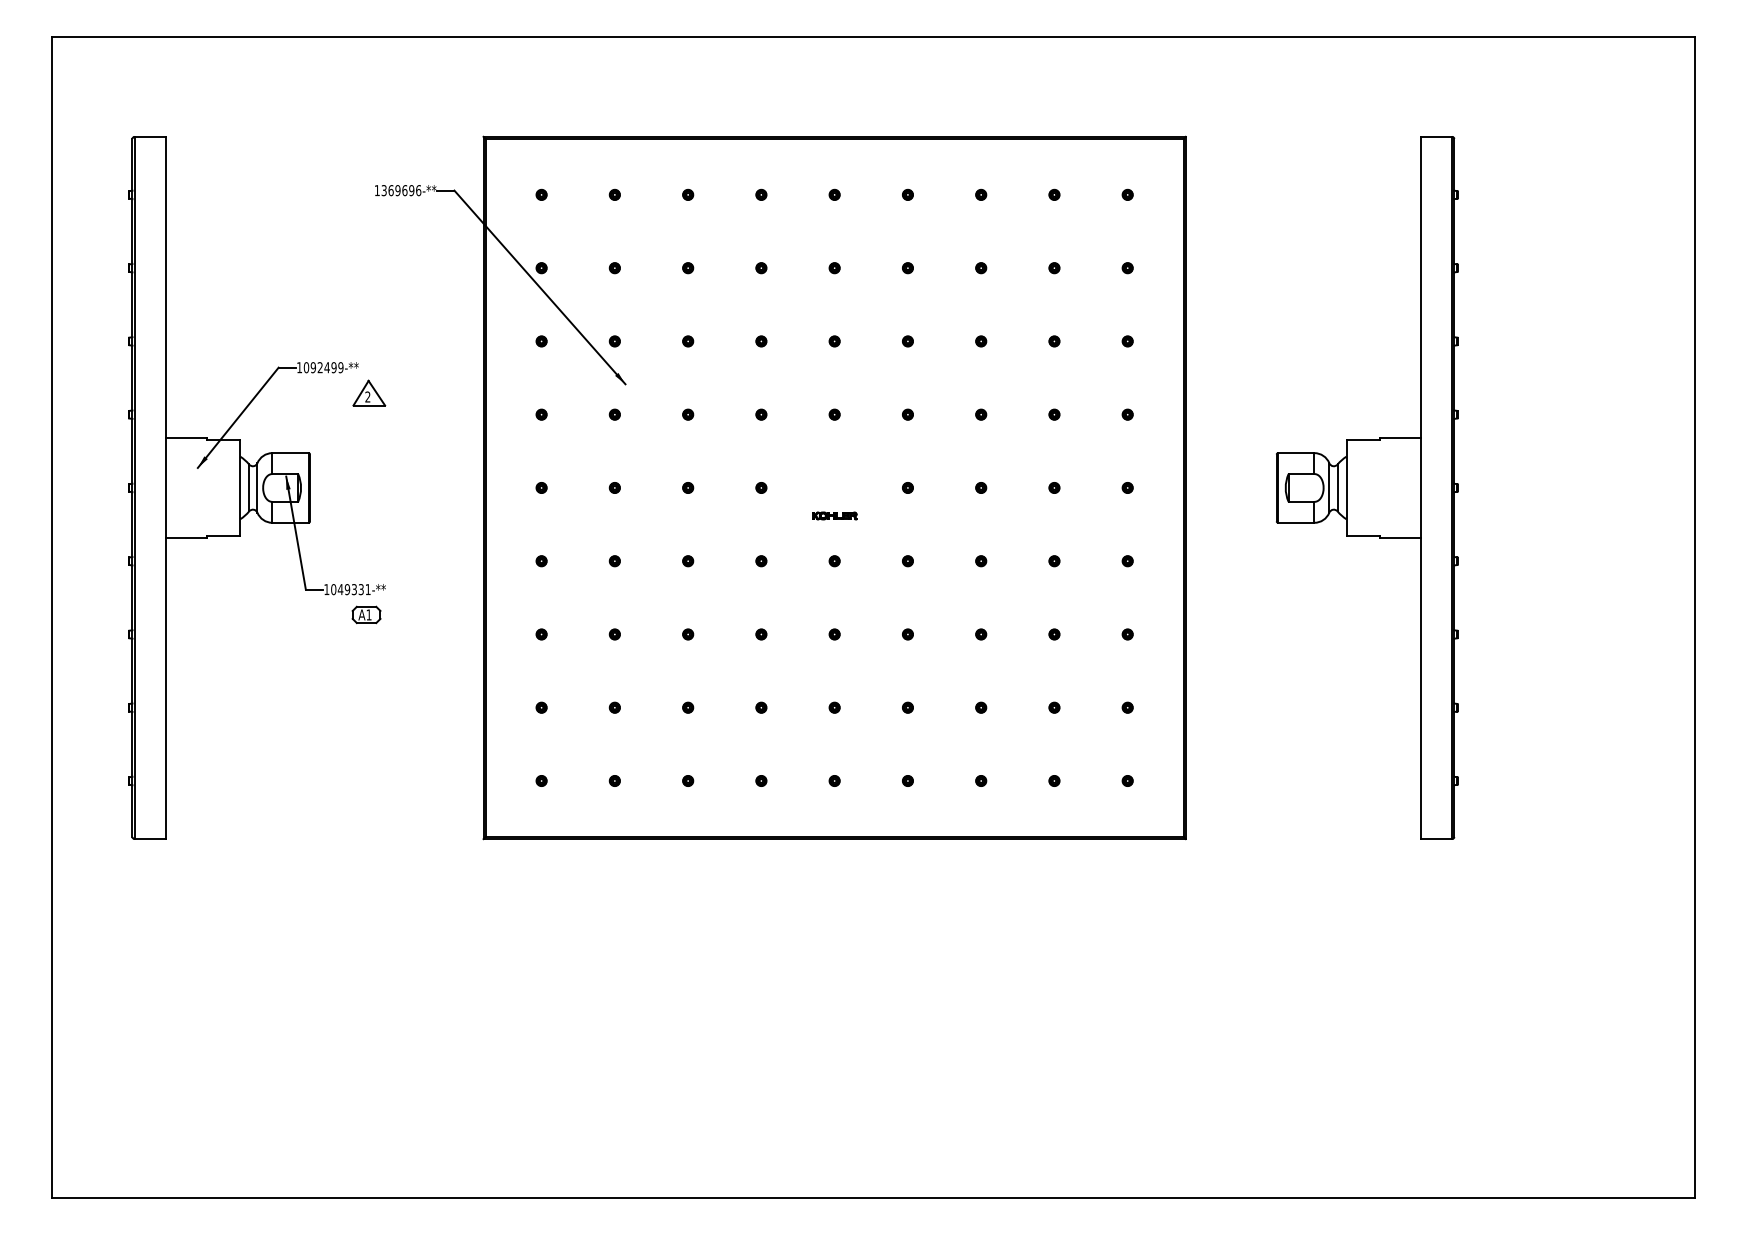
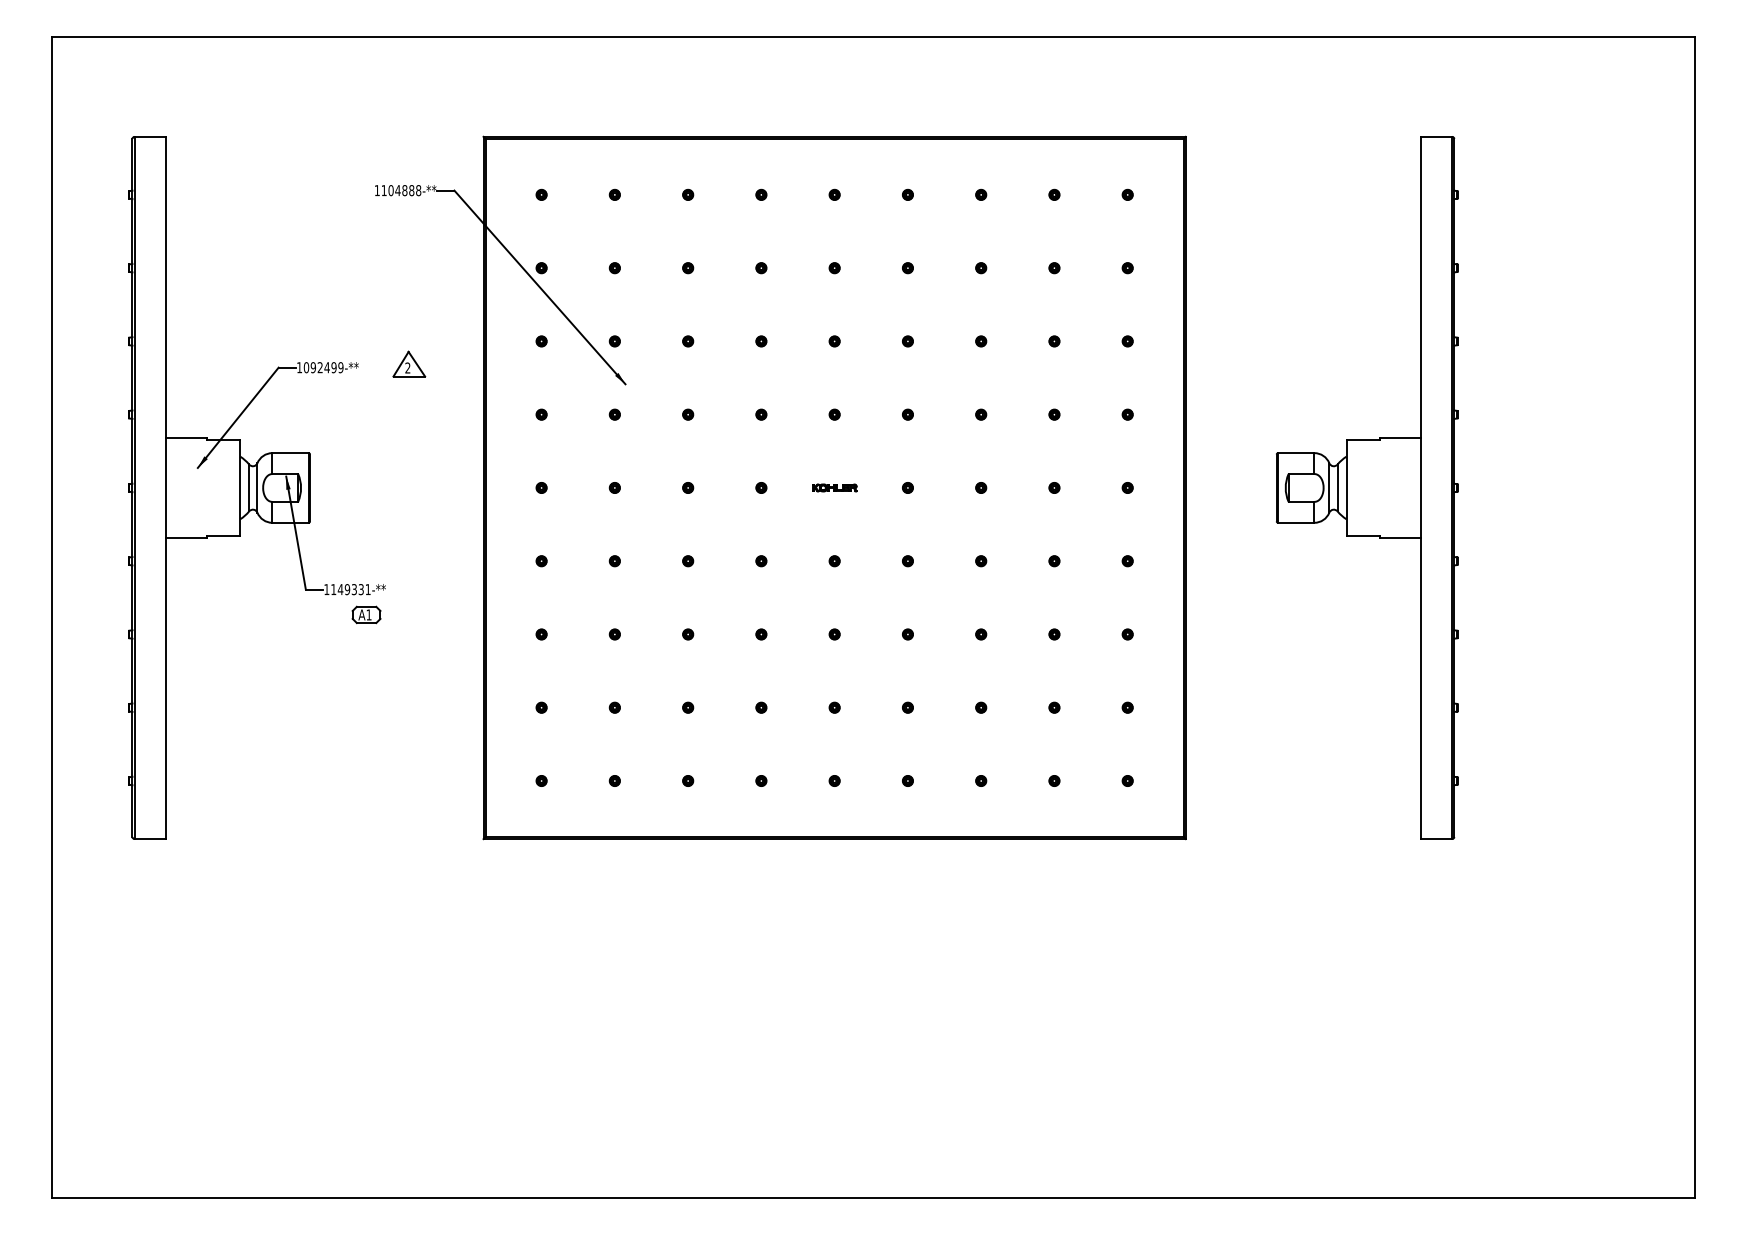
text at (401, 190): 1369696-** -> 1104888-**
part at (369, 392) position: (369, 392) -> (409, 363)
part at (834, 515) position: (834, 515) -> (834, 487)
text at (333, 589): 1049331-** -> 1149331-**
